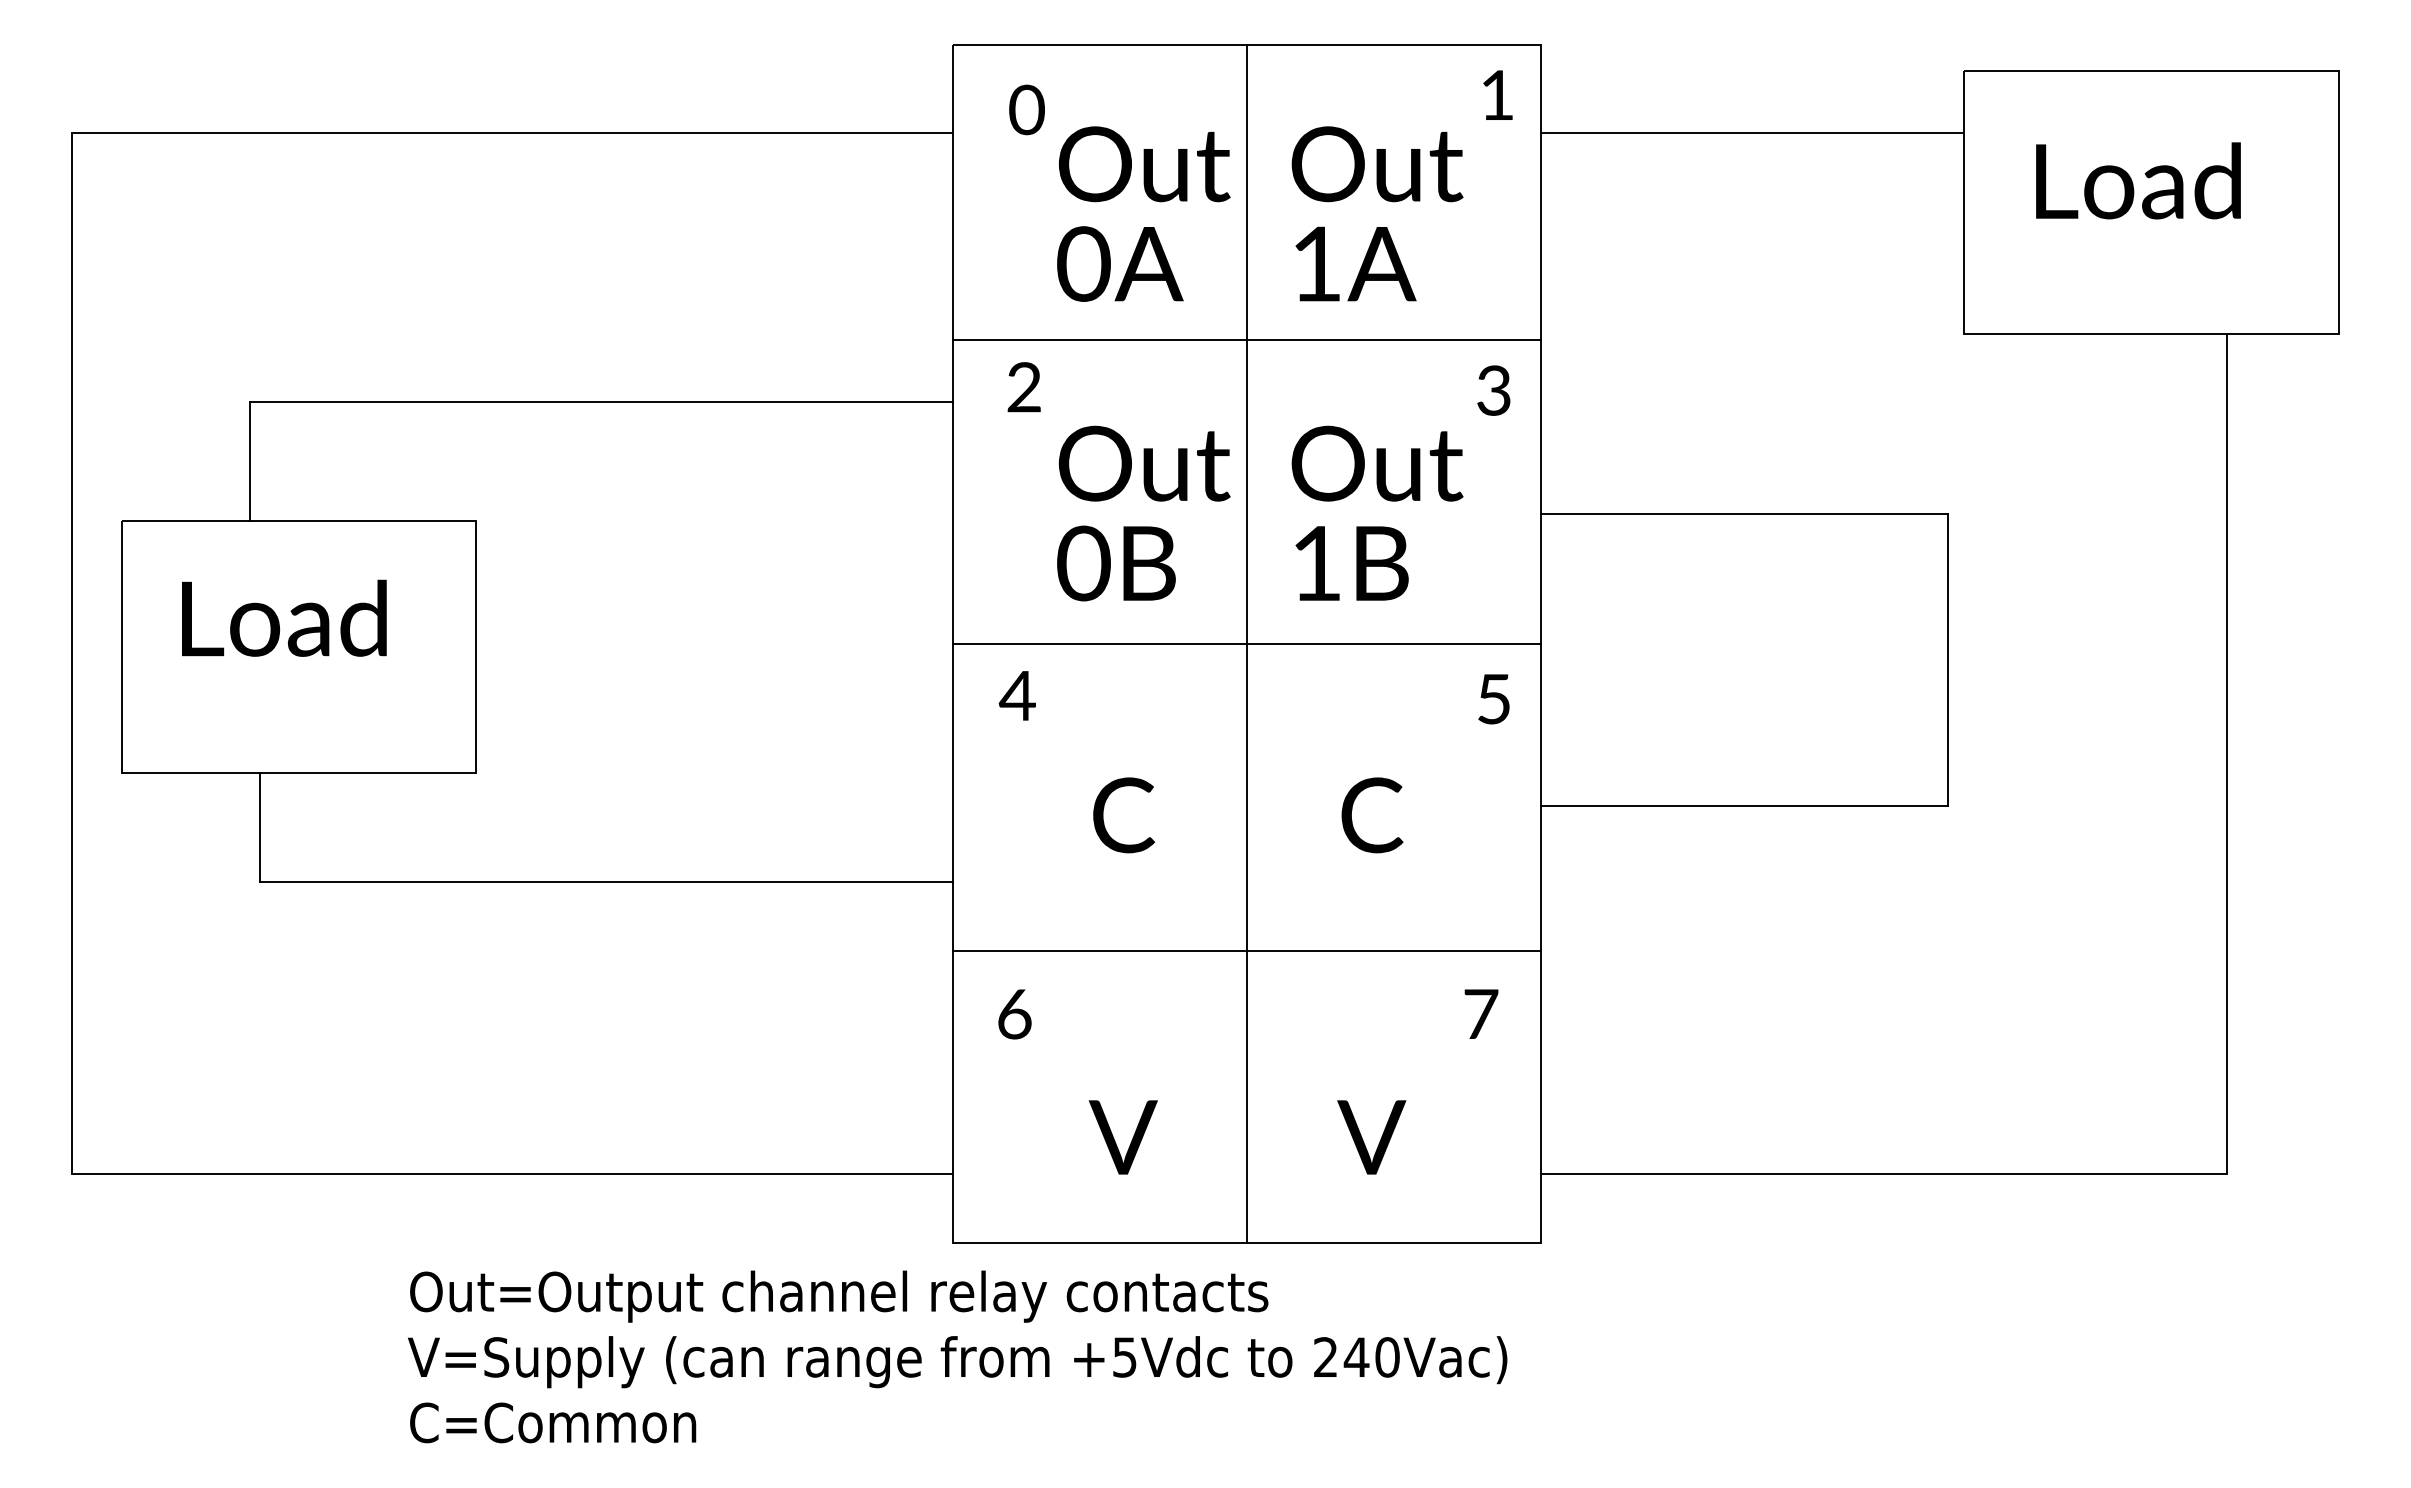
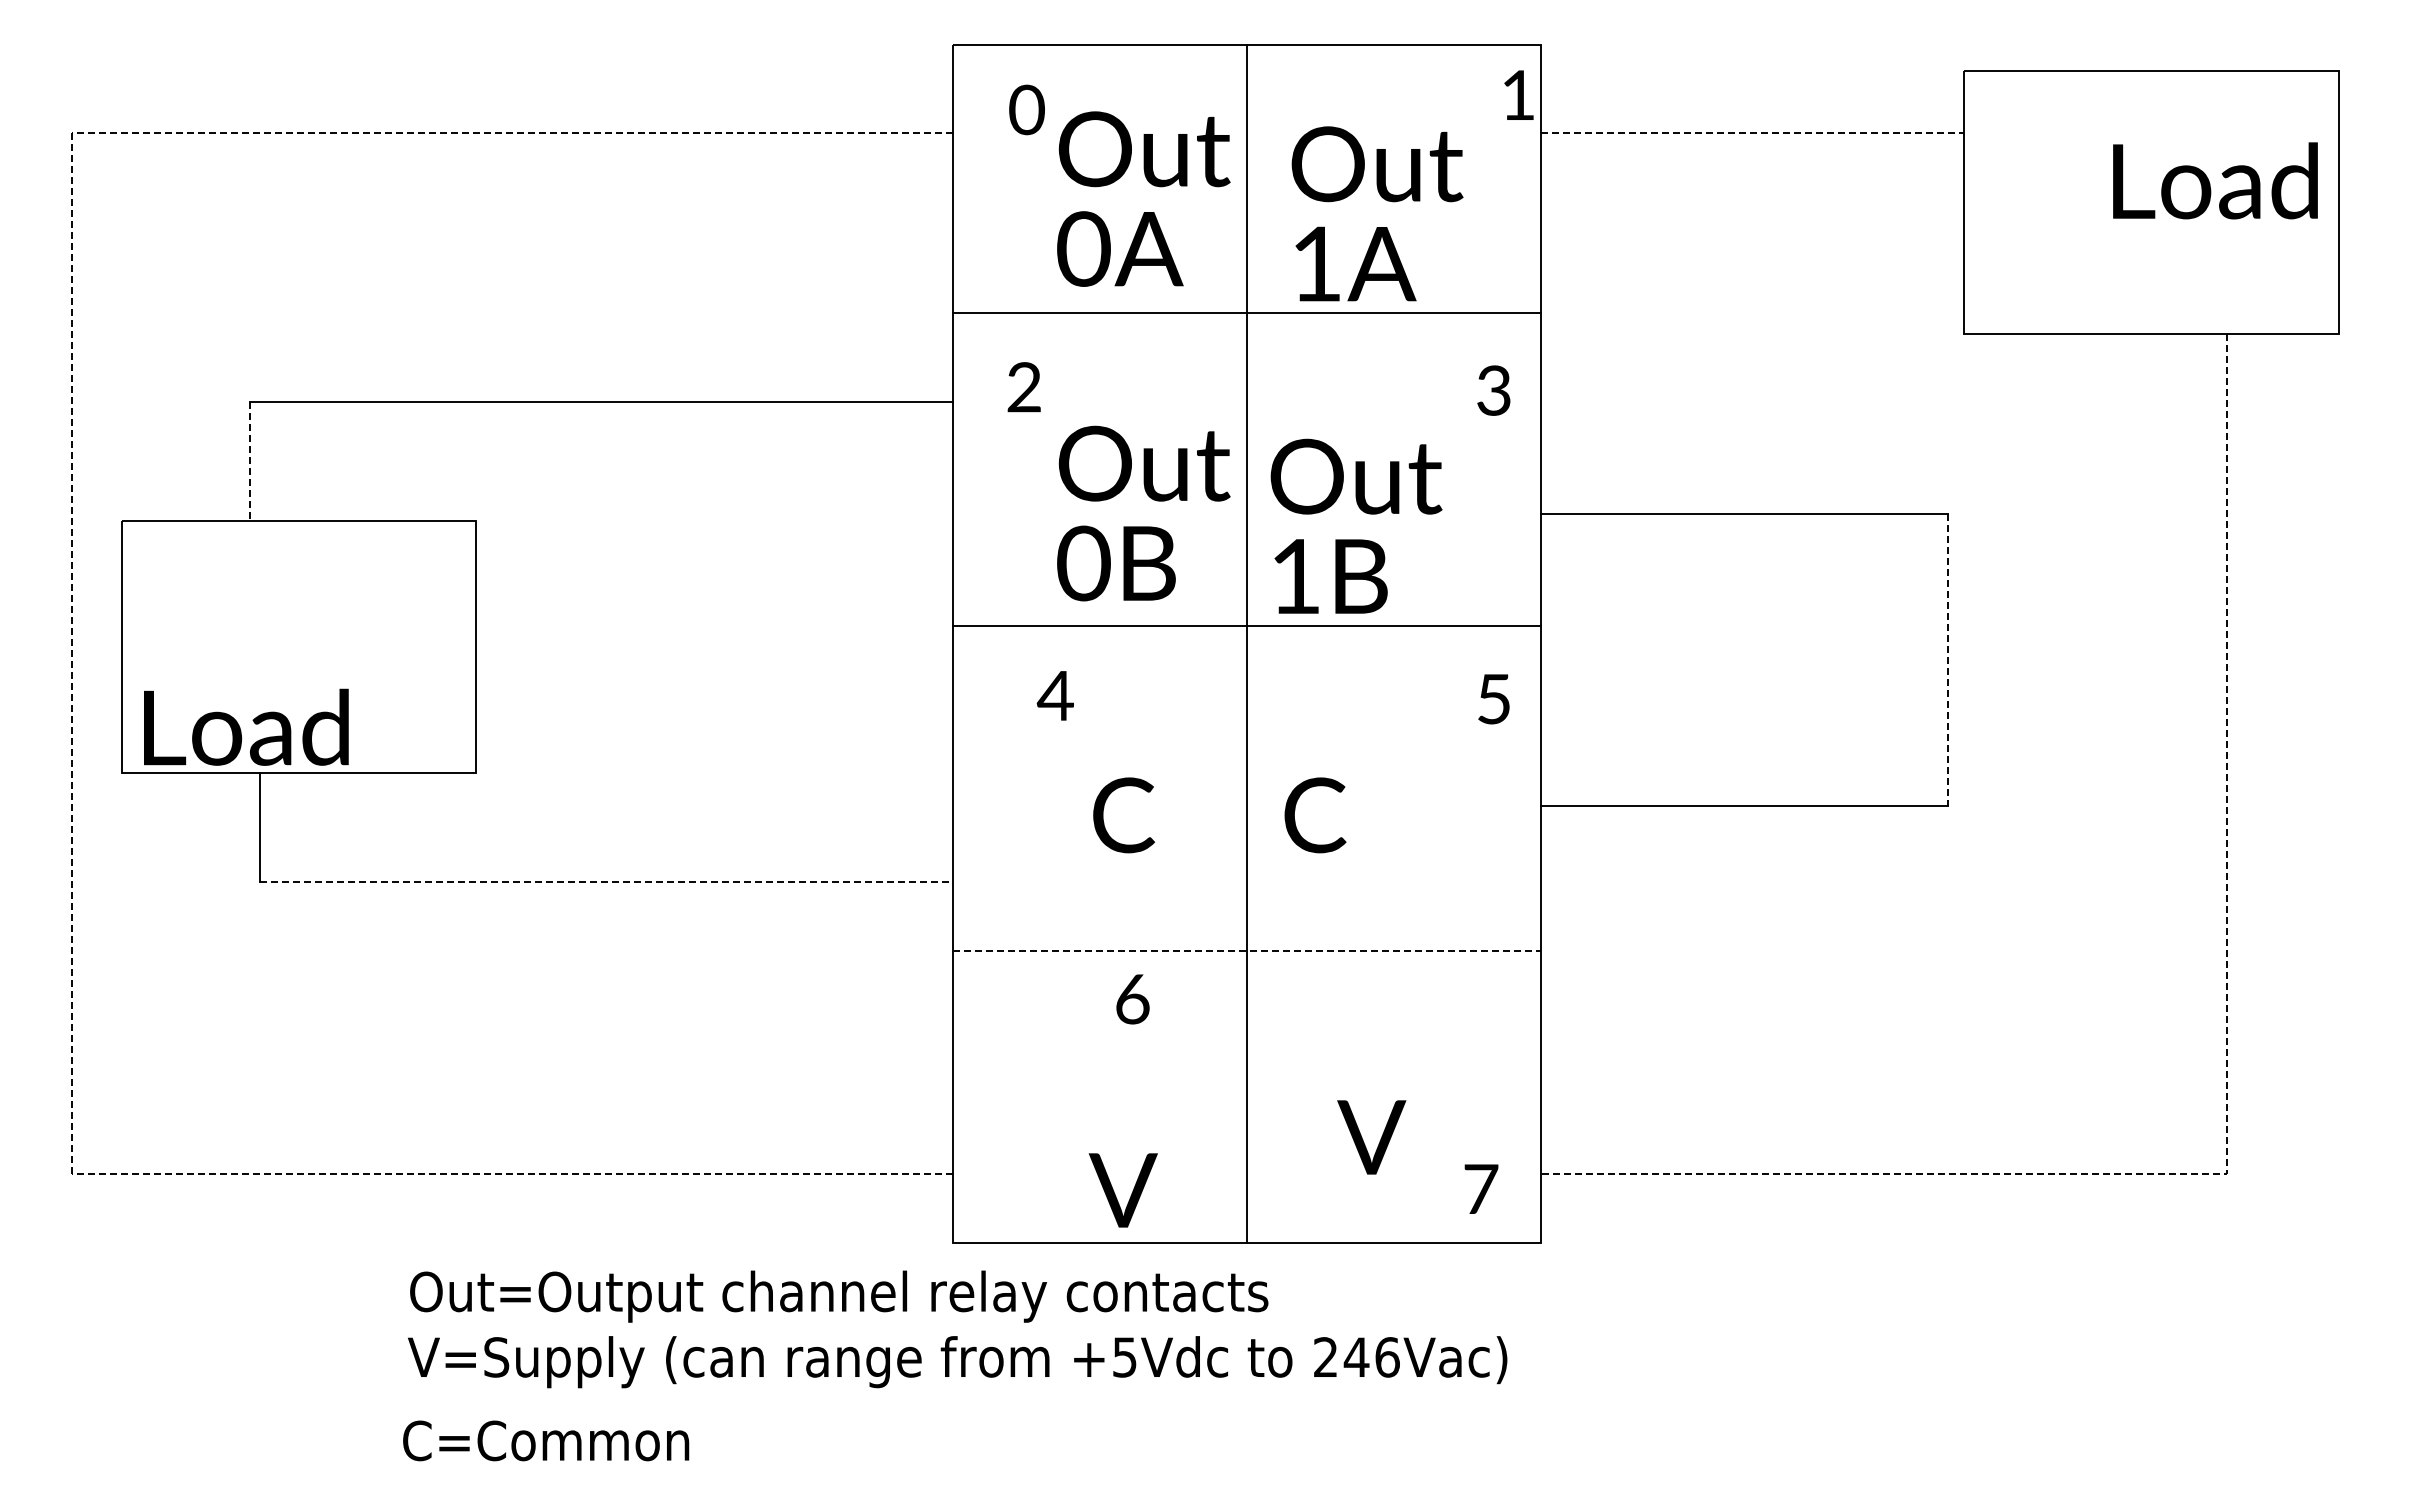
text at (1497, 94) position: (1497, 94) -> (1518, 94)
line at (1752, 133): solid -> dashed
text at (2138, 180) position: (2138, 180) -> (2215, 180)
text at (1143, 213) position: (1143, 213) -> (1143, 198)
line at (1246, 340) position: (1246, 340) -> (1246, 313)
line at (249, 462): solid -> dashed
text at (1377, 512) position: (1377, 512) -> (1356, 525)
text at (284, 617) position: (284, 617) -> (246, 726)
line at (1246, 643) position: (1246, 643) -> (1246, 625)
line at (72, 653): solid -> dashed
line at (1947, 660): solid -> dashed
text at (1016, 695) position: (1016, 695) -> (1054, 695)
text at (1372, 815) position: (1372, 815) -> (1315, 815)
line at (606, 881): solid -> dashed
line at (1246, 950): solid -> dashed
text at (1481, 1013) position: (1481, 1013) -> (1481, 1188)
text at (1014, 1014) position: (1014, 1014) -> (1132, 999)
line at (2226, 1097): solid -> dashed
text at (1122, 1137) position: (1122, 1137) -> (1122, 1190)
text at (1387, 1357): 240Vac) -> 246Vac)
text at (553, 1422) position: (553, 1422) -> (546, 1440)
